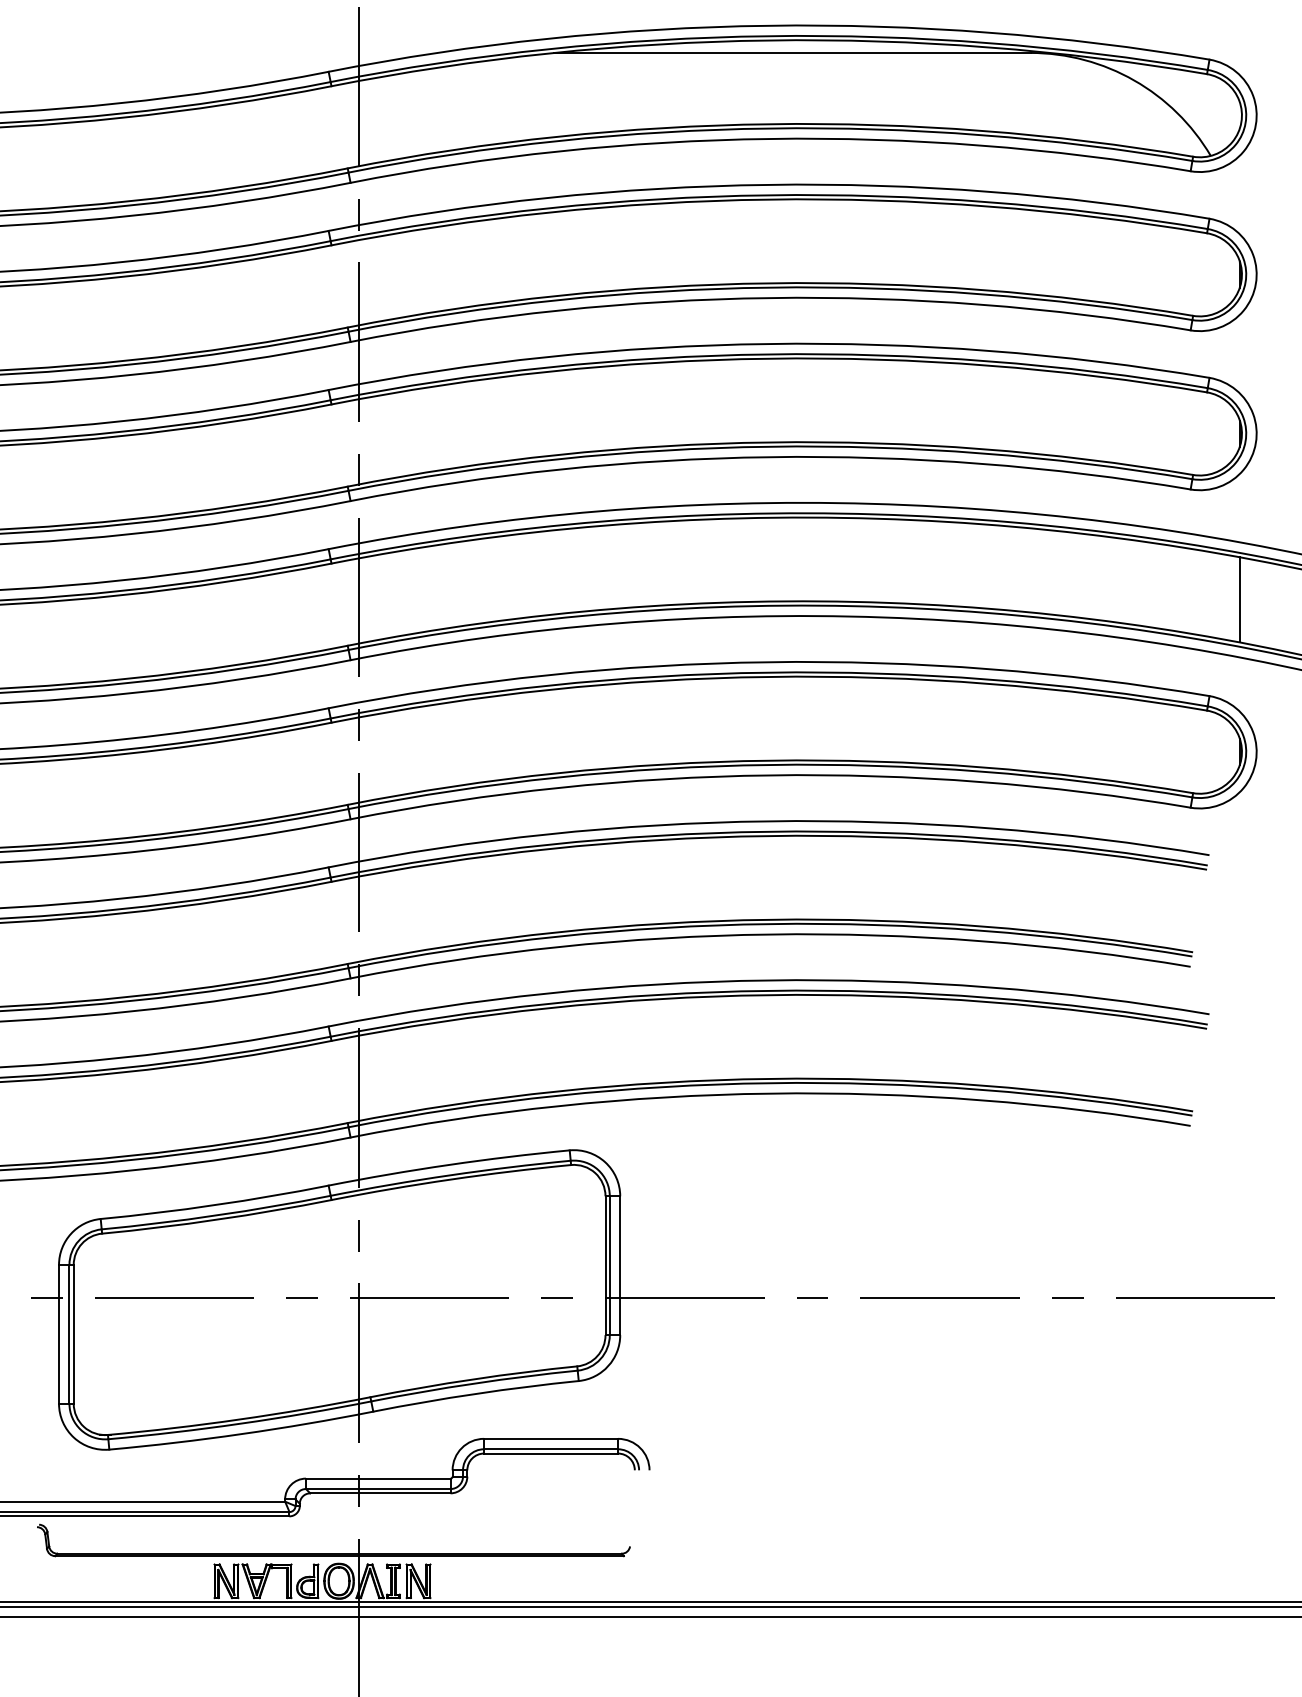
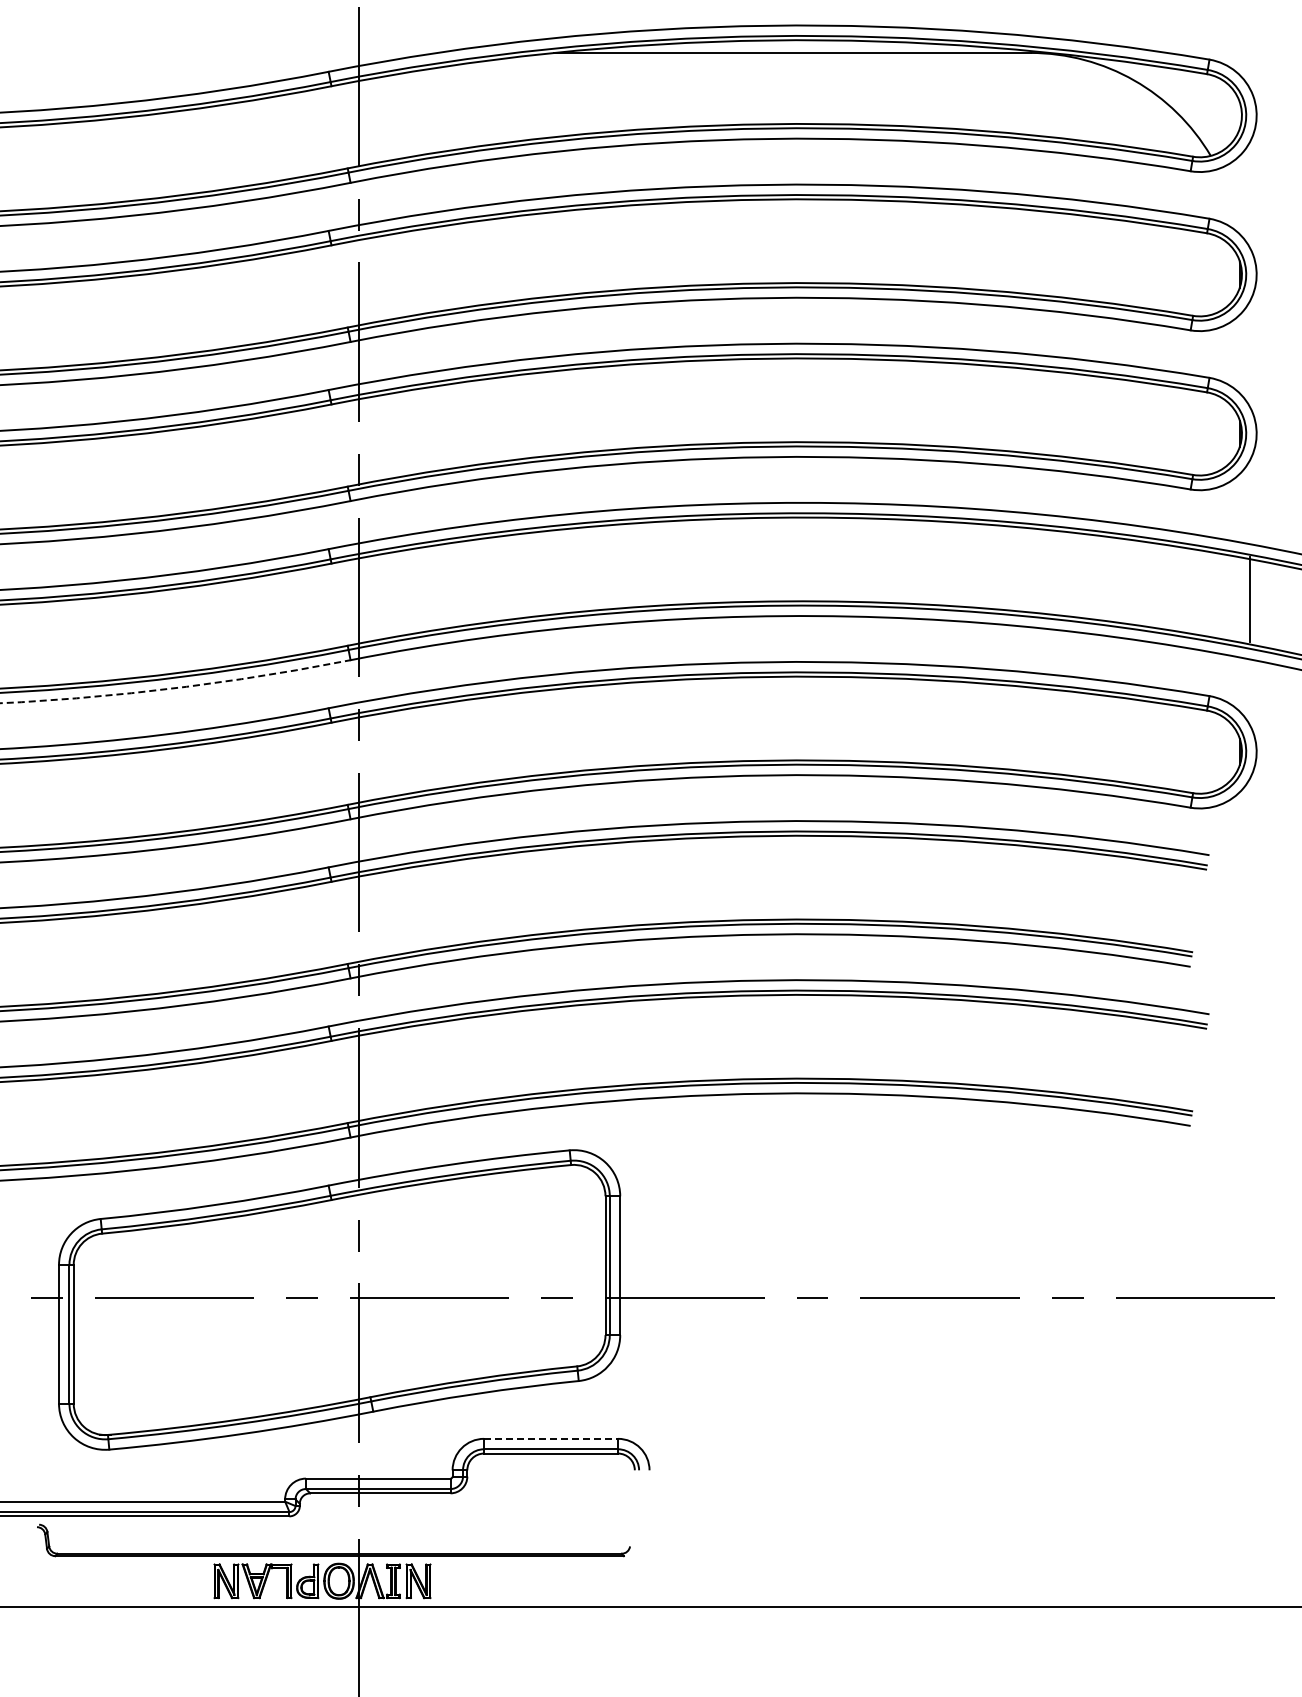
line at (1239, 599) position: (1239, 599) -> (1249, 599)
arc at (176, 688): solid -> dashed
line at (551, 1438): solid -> dashed
line at (650, 1602): present -> none
line at (650, 1616): present -> none
